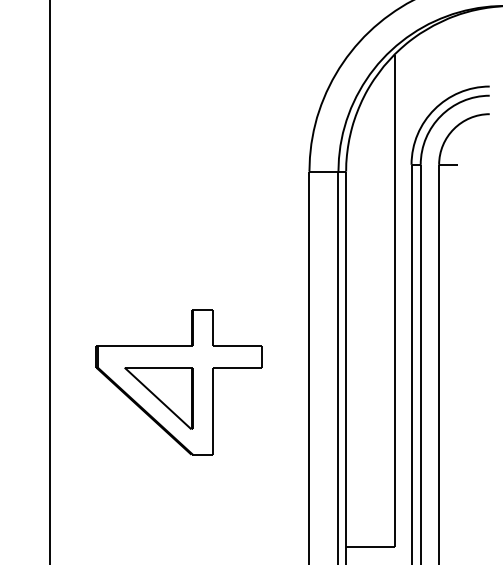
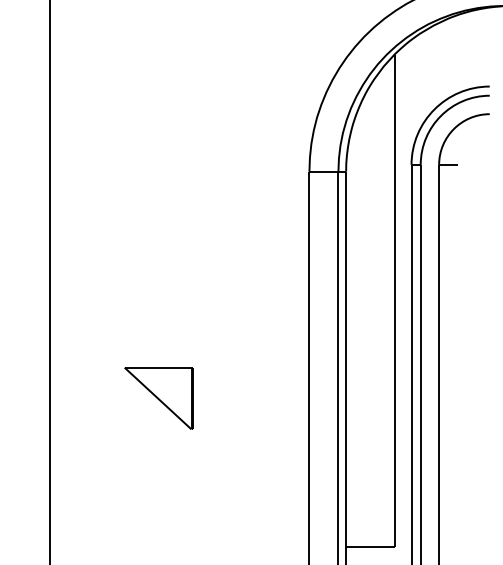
part at (178, 382): present -> none
